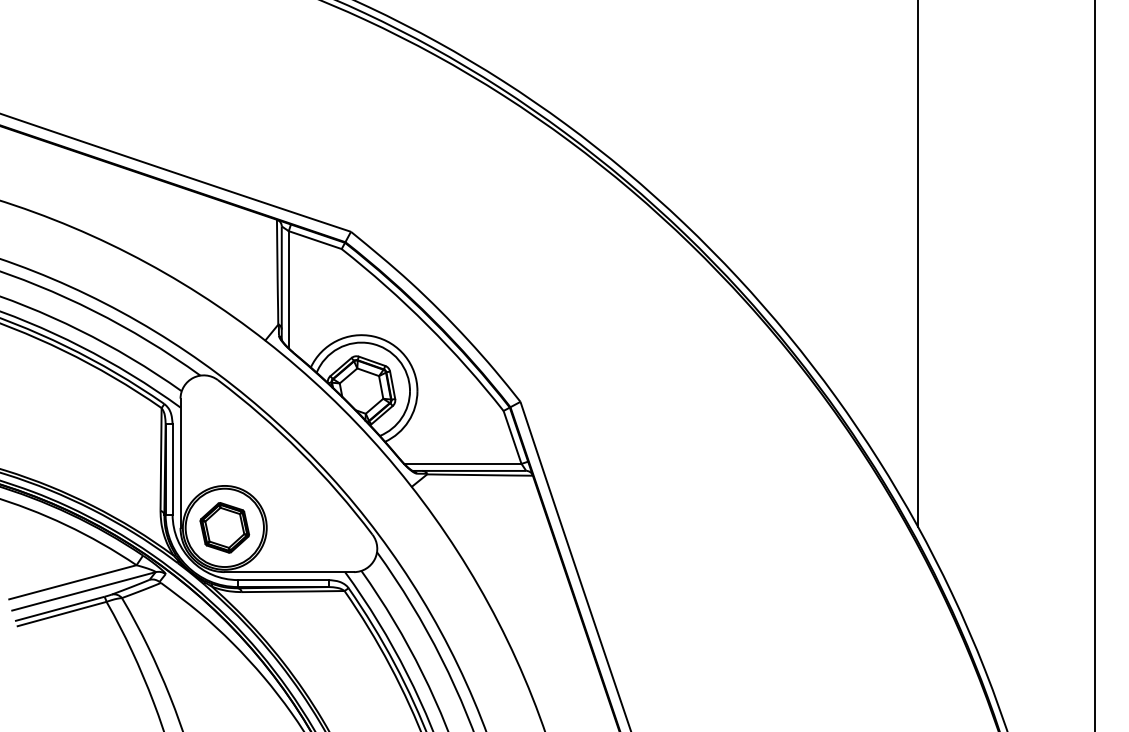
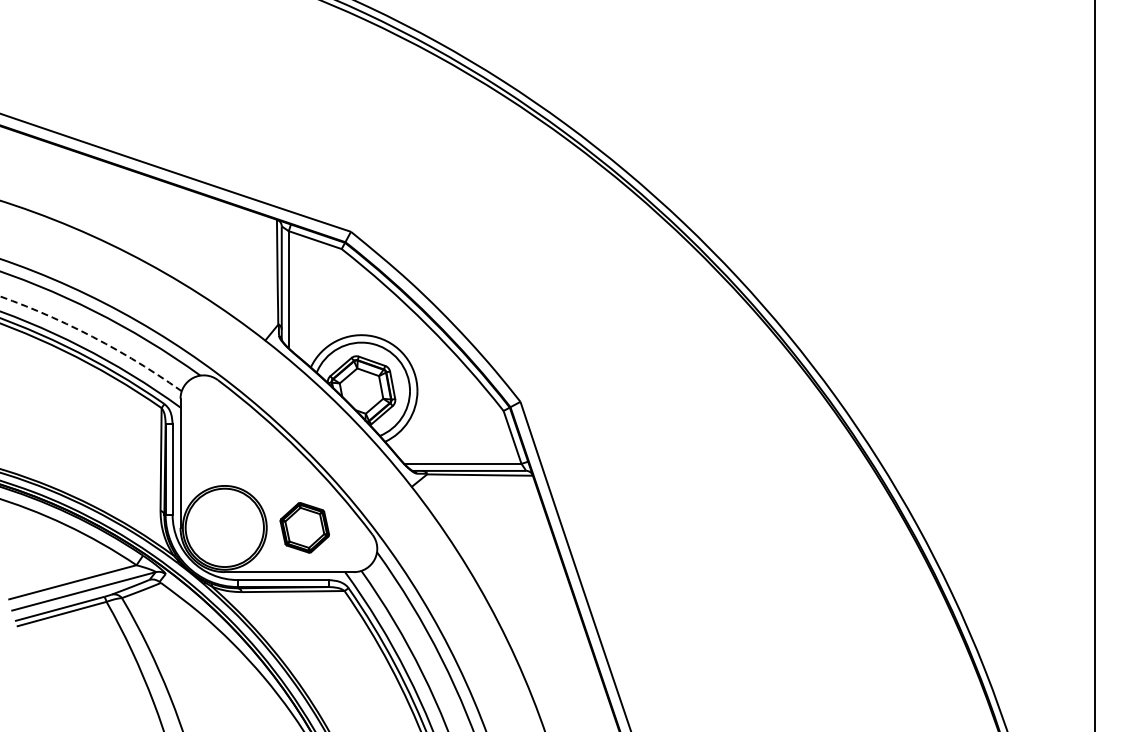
line at (918, 264): present -> none
arc at (93, 337): solid -> dashed
part at (224, 527) position: (224, 527) -> (304, 527)
